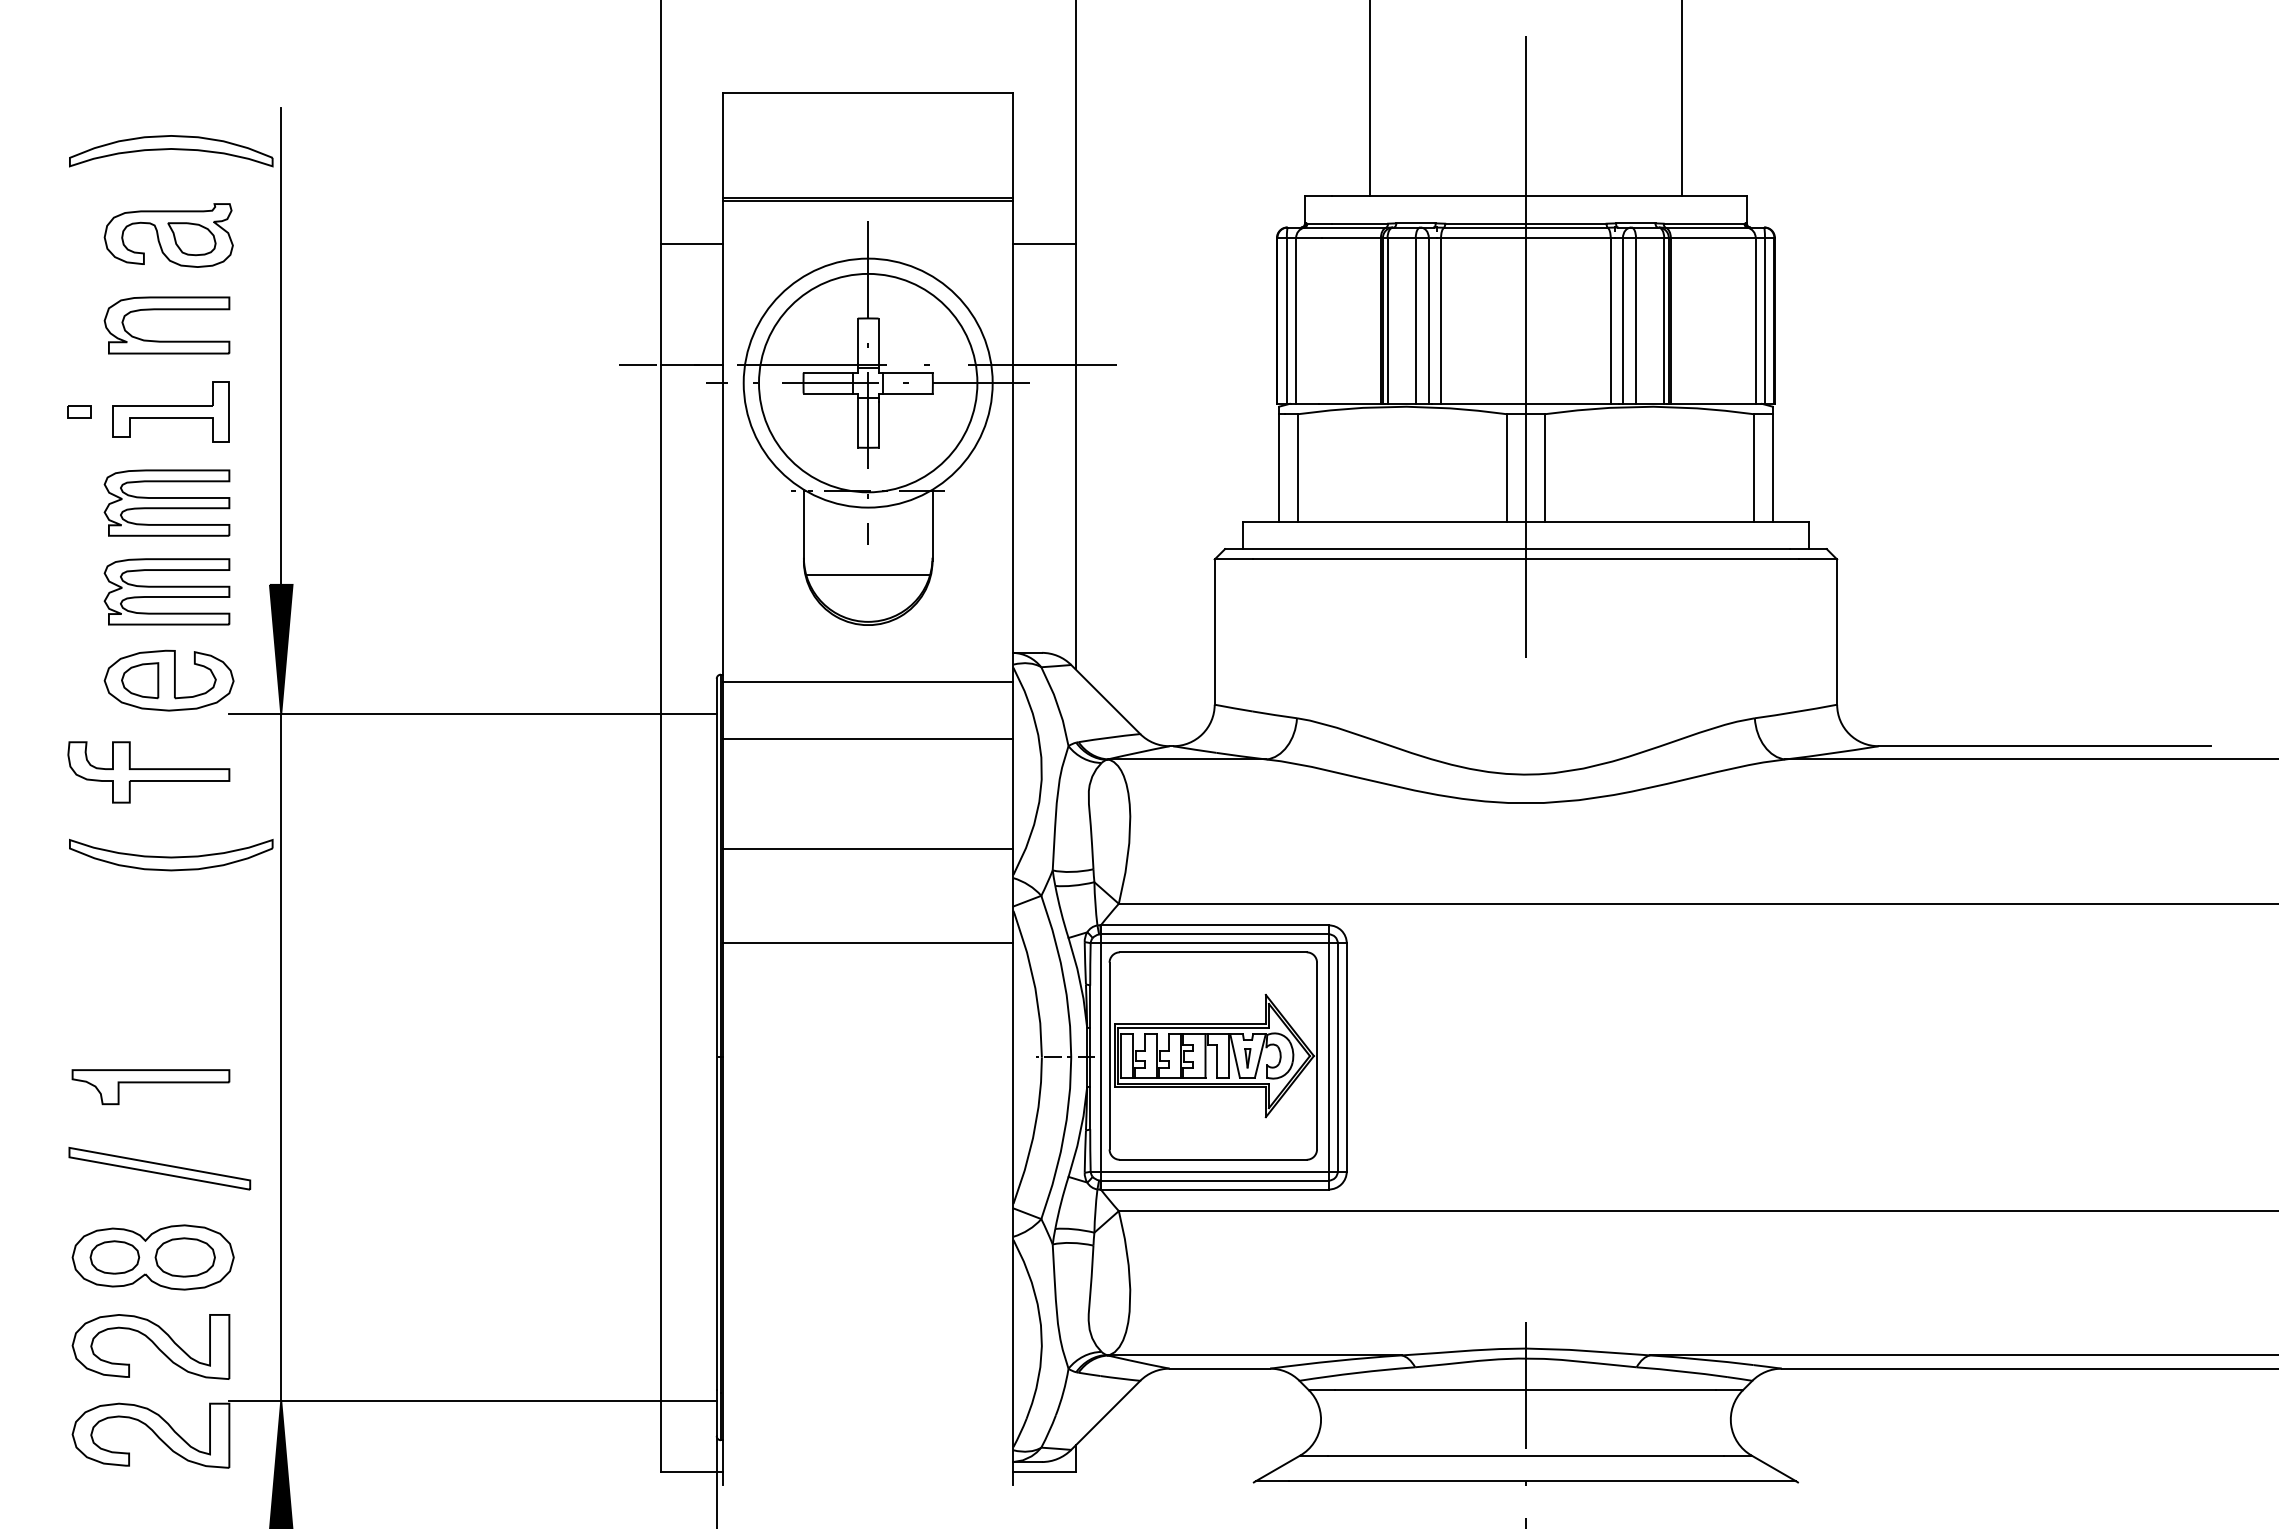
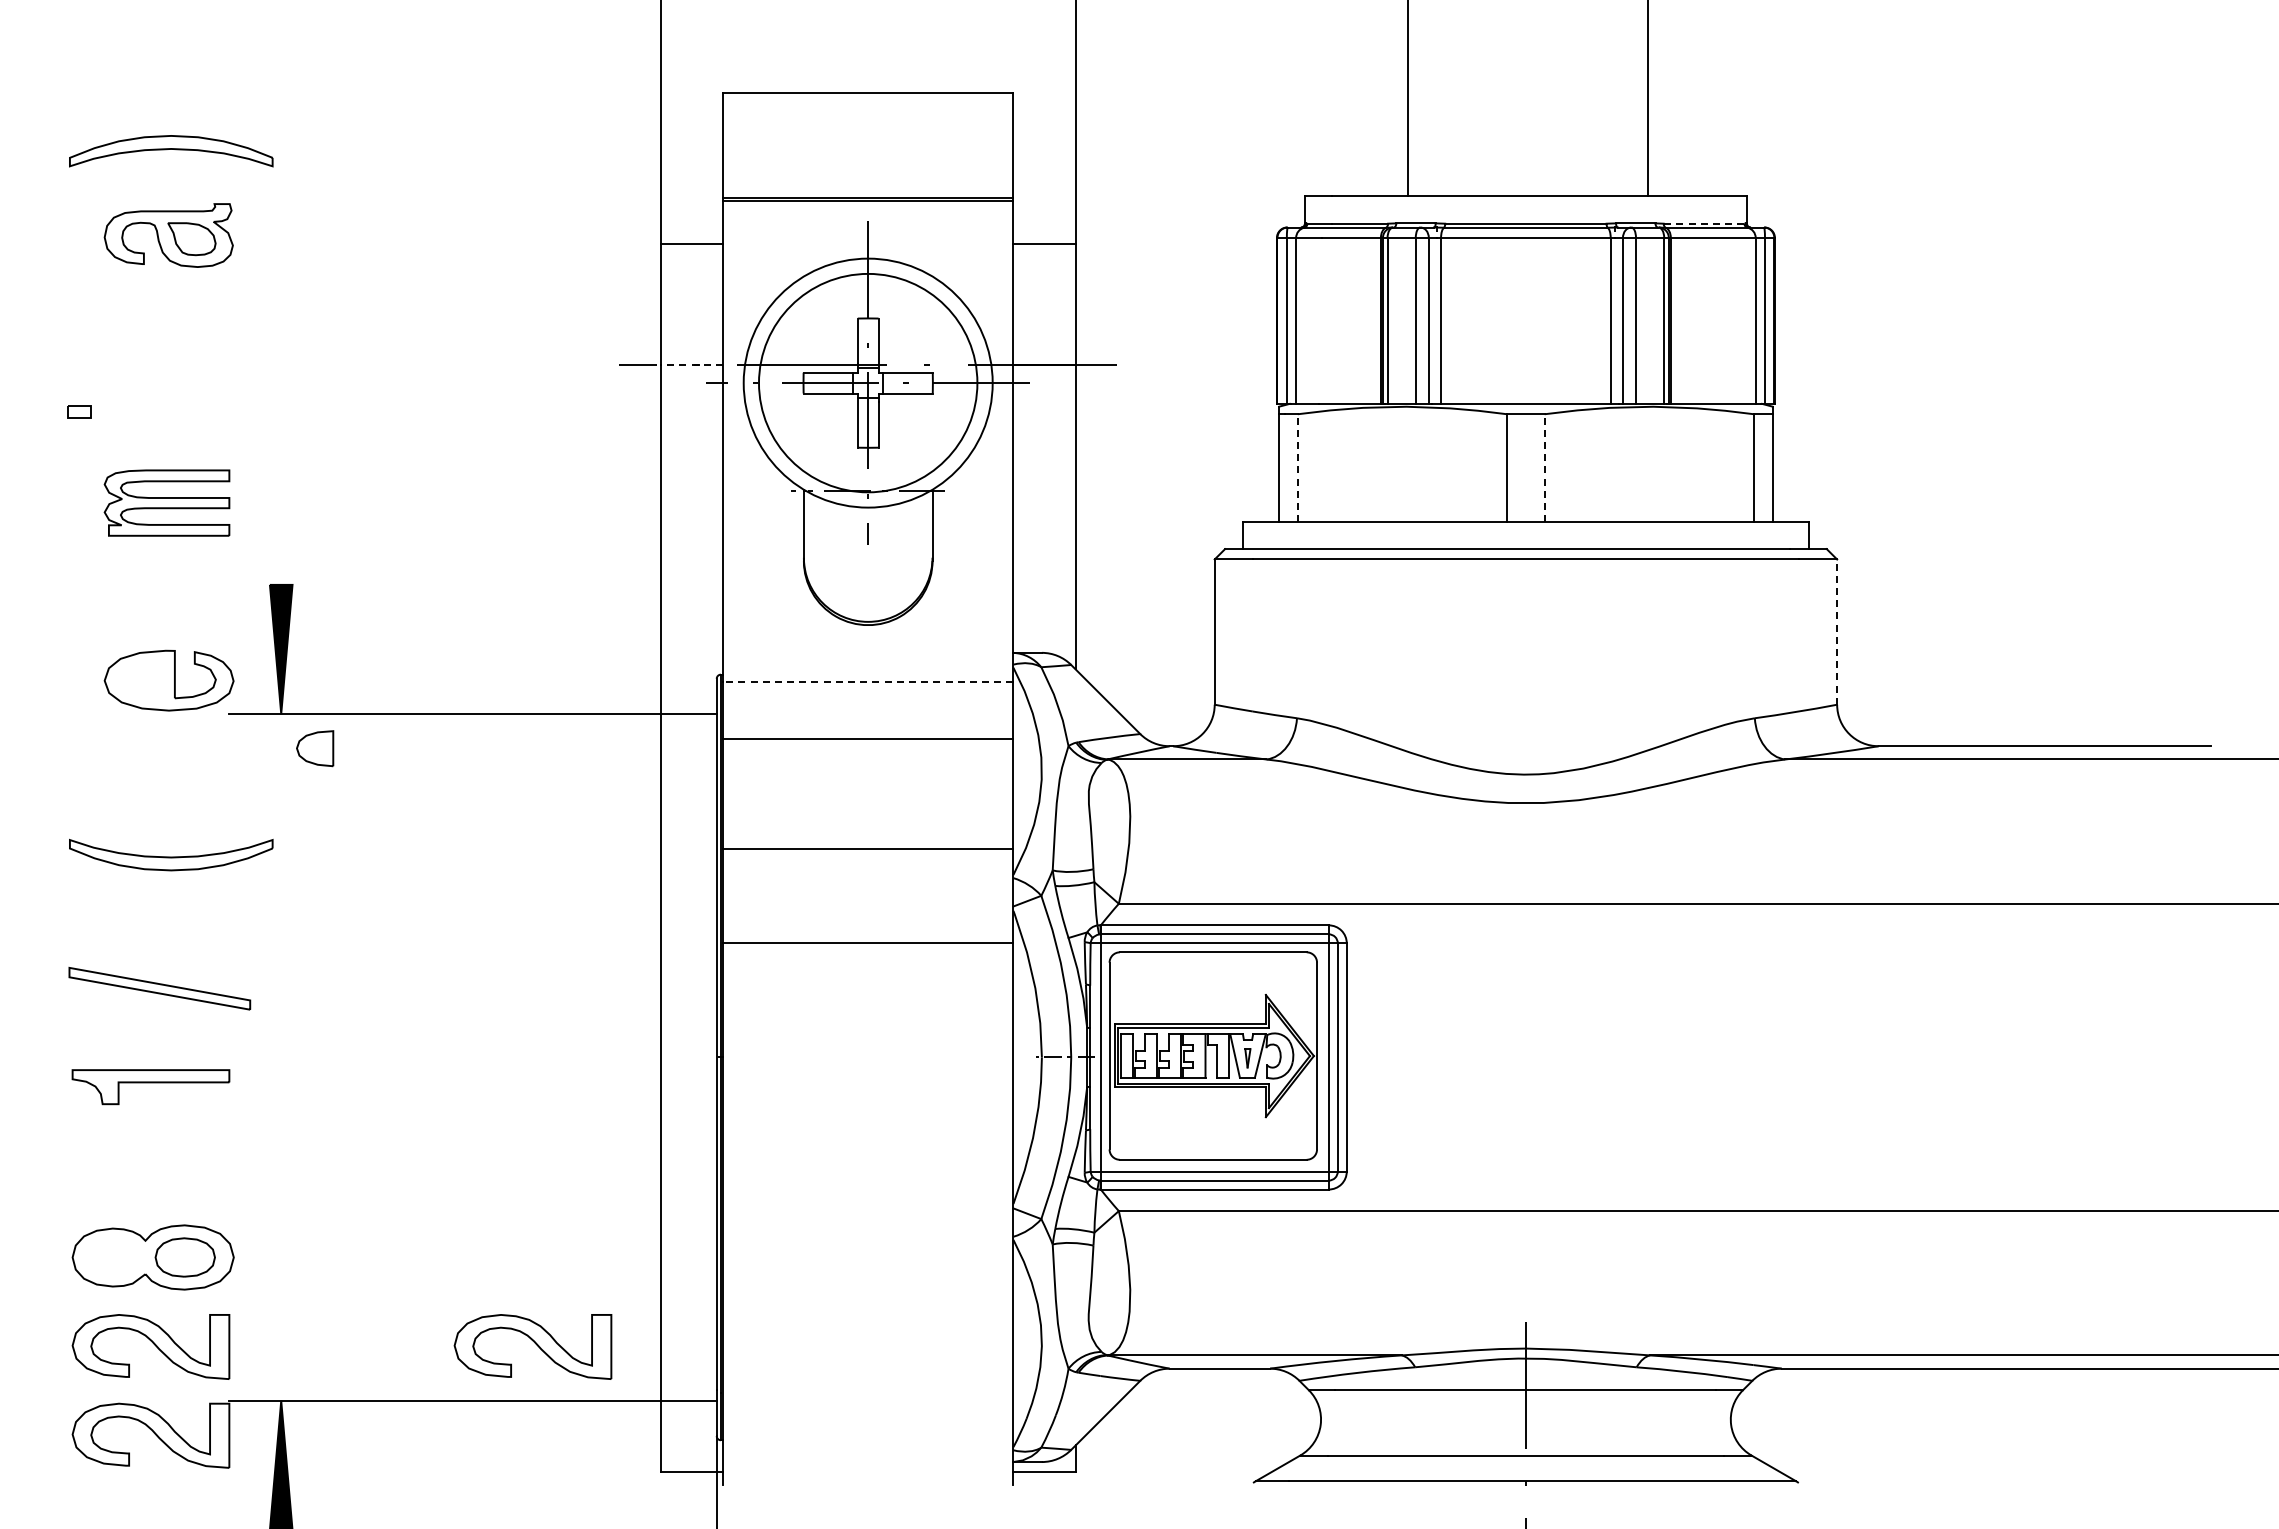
line at (1370, 99) position: (1370, 99) -> (1408, 99)
line at (1681, 99) position: (1681, 99) -> (1647, 99)
line at (1703, 223): solid -> dashed
part at (166, 310): present -> none
line at (1525, 330): present -> none
line at (281, 345): present -> none
line at (691, 364): solid -> dashed
part at (170, 411): present -> none
line at (1297, 468): solid -> dashed
line at (1544, 468): solid -> dashed
line at (868, 574): present -> none
part at (166, 591): present -> none
line at (1837, 632): solid -> dashed
part at (140, 680) position: (140, 680) -> (315, 748)
line at (867, 682): solid -> dashed
part at (148, 772): present -> none
line at (281, 1057): present -> none
part at (159, 1168) position: (159, 1168) -> (159, 988)
part at (114, 1257): present -> none
part at (532, 1346): none -> present
